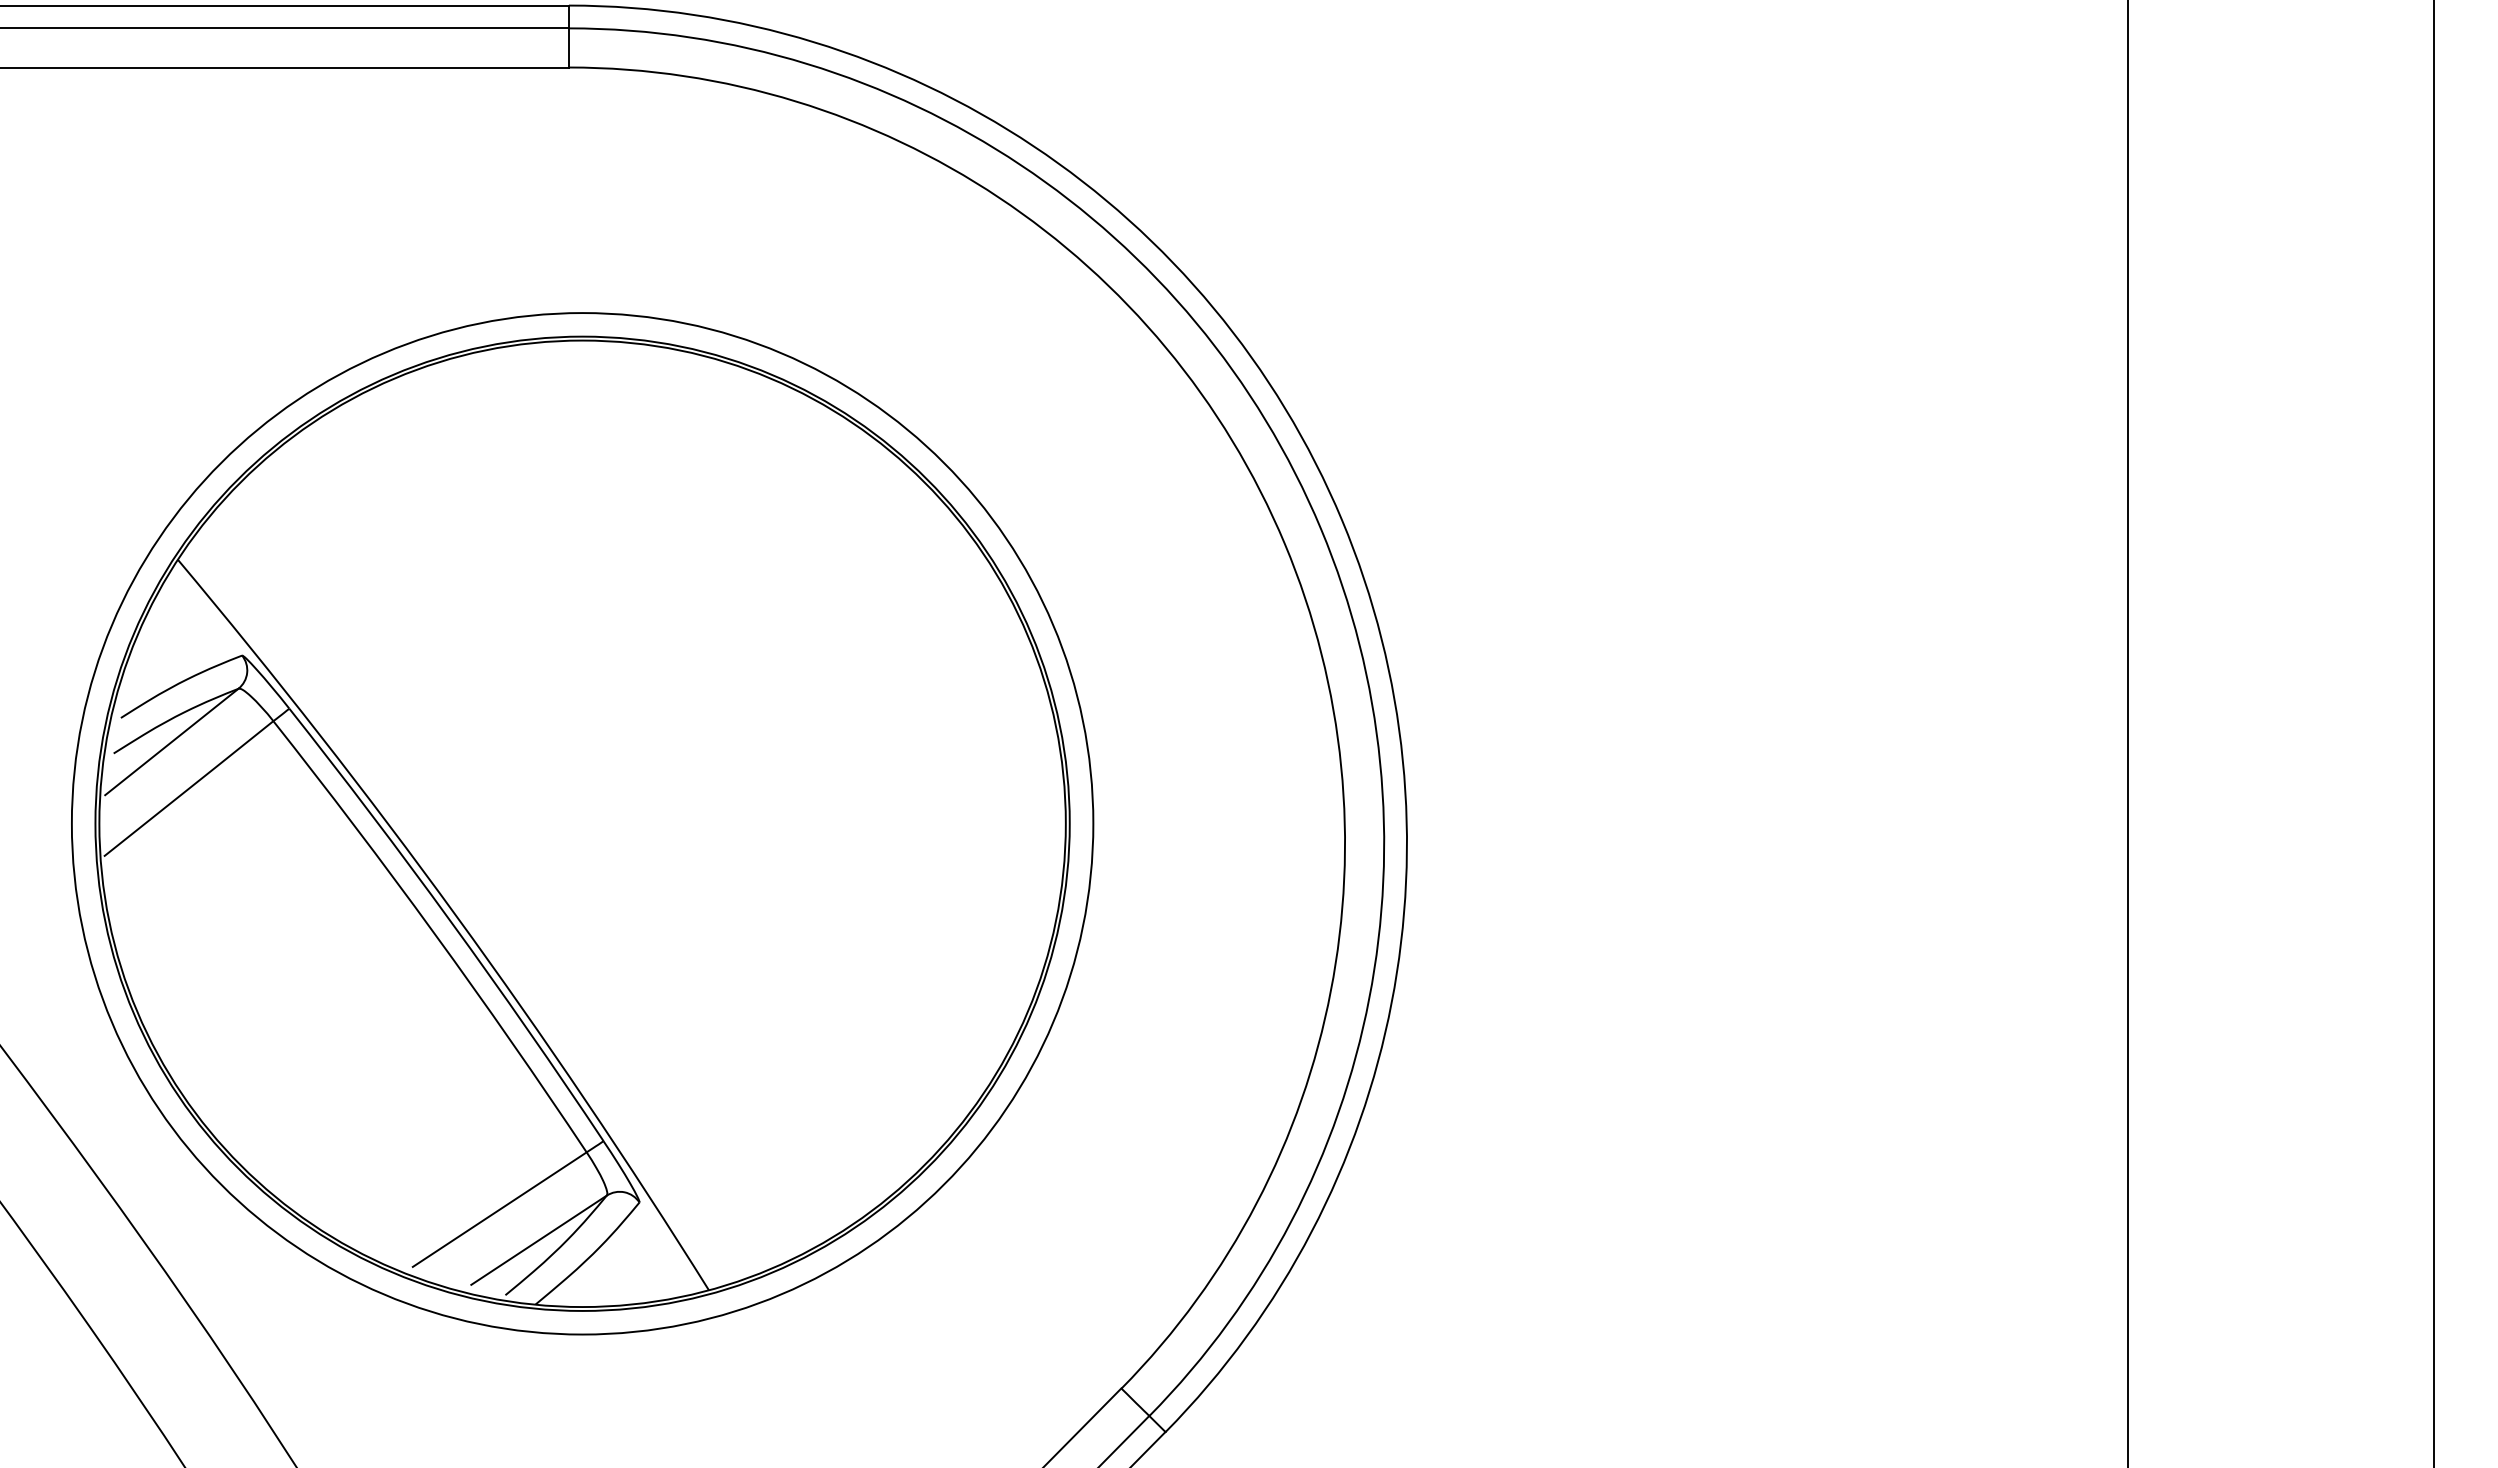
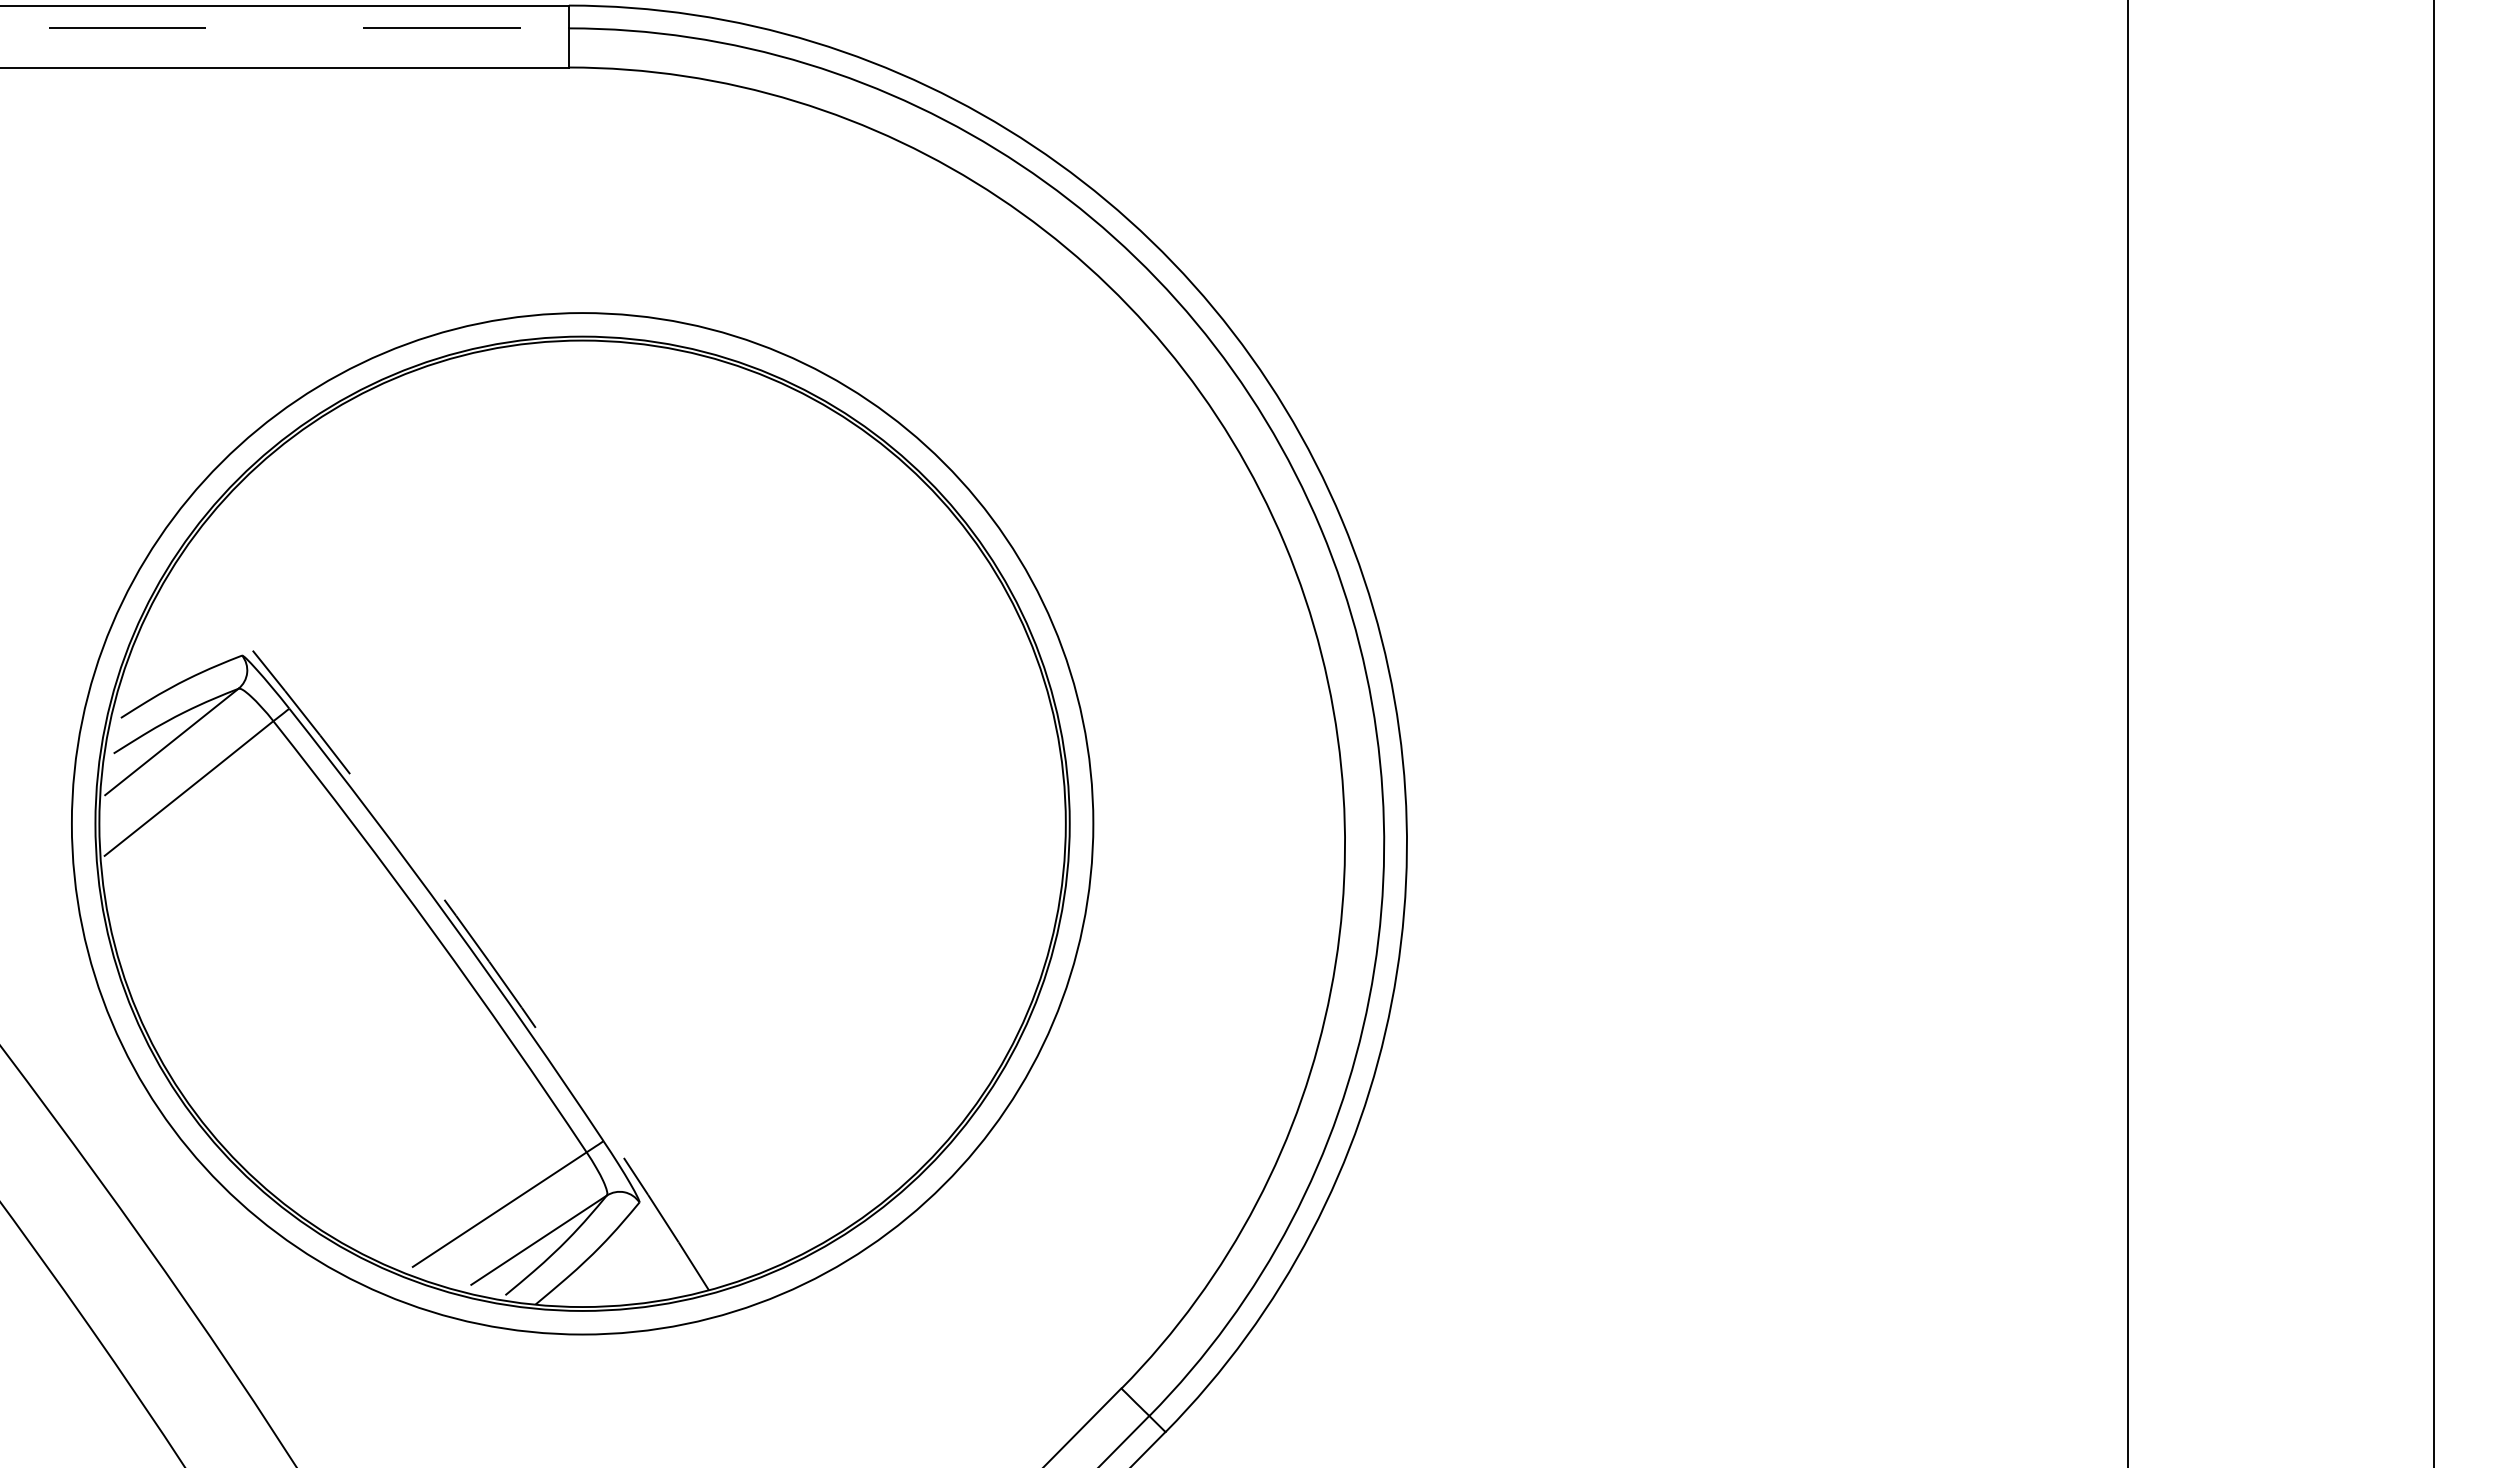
line at (285, 28): solid -> dashed
arc at (456, 915): solid -> dashed
